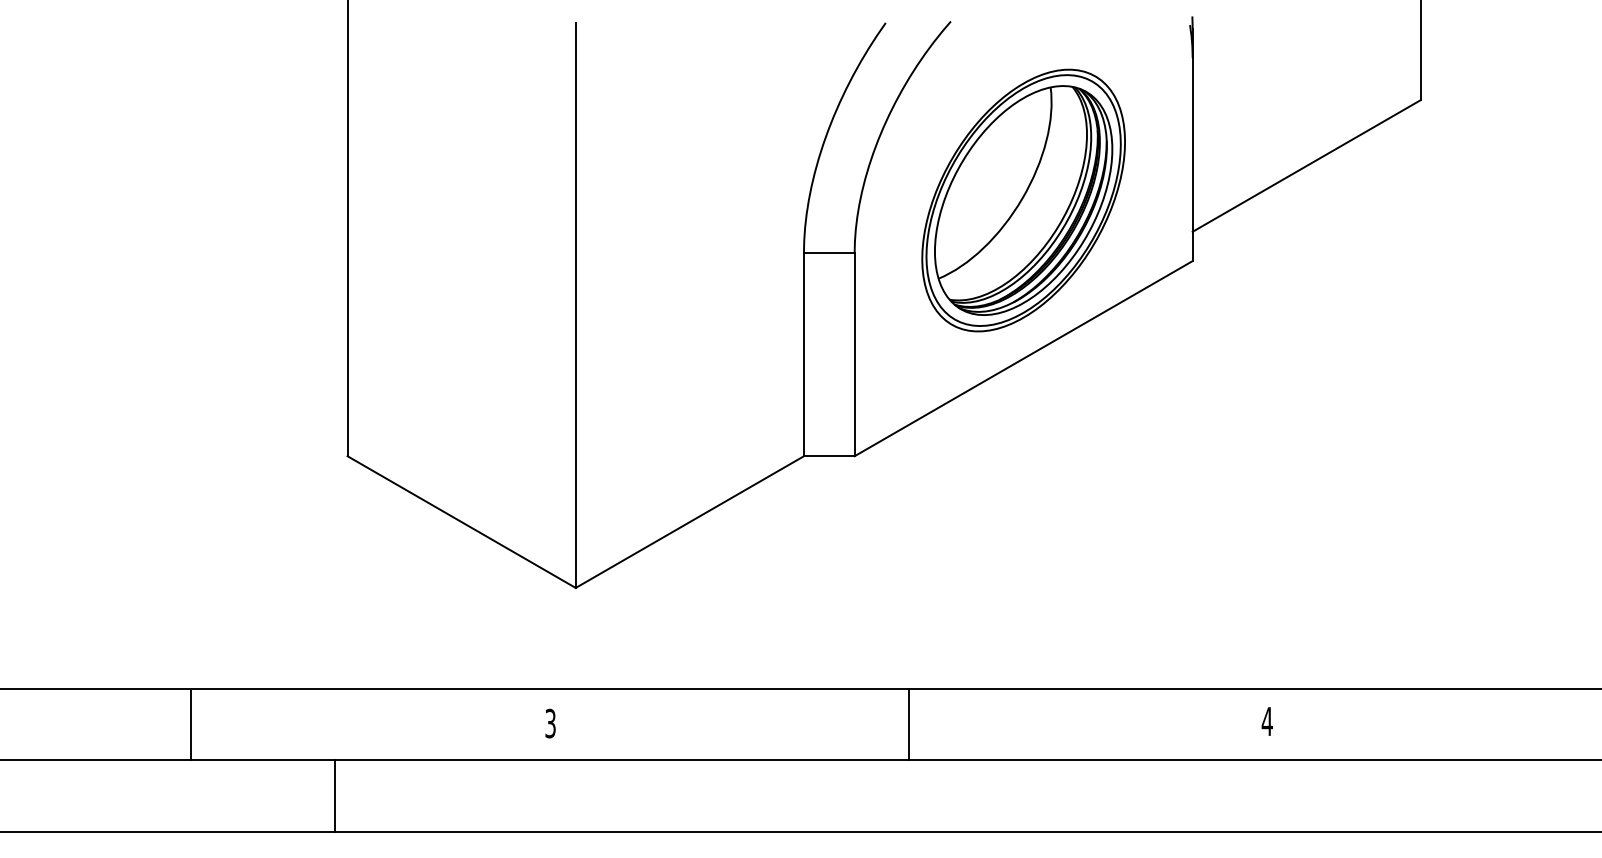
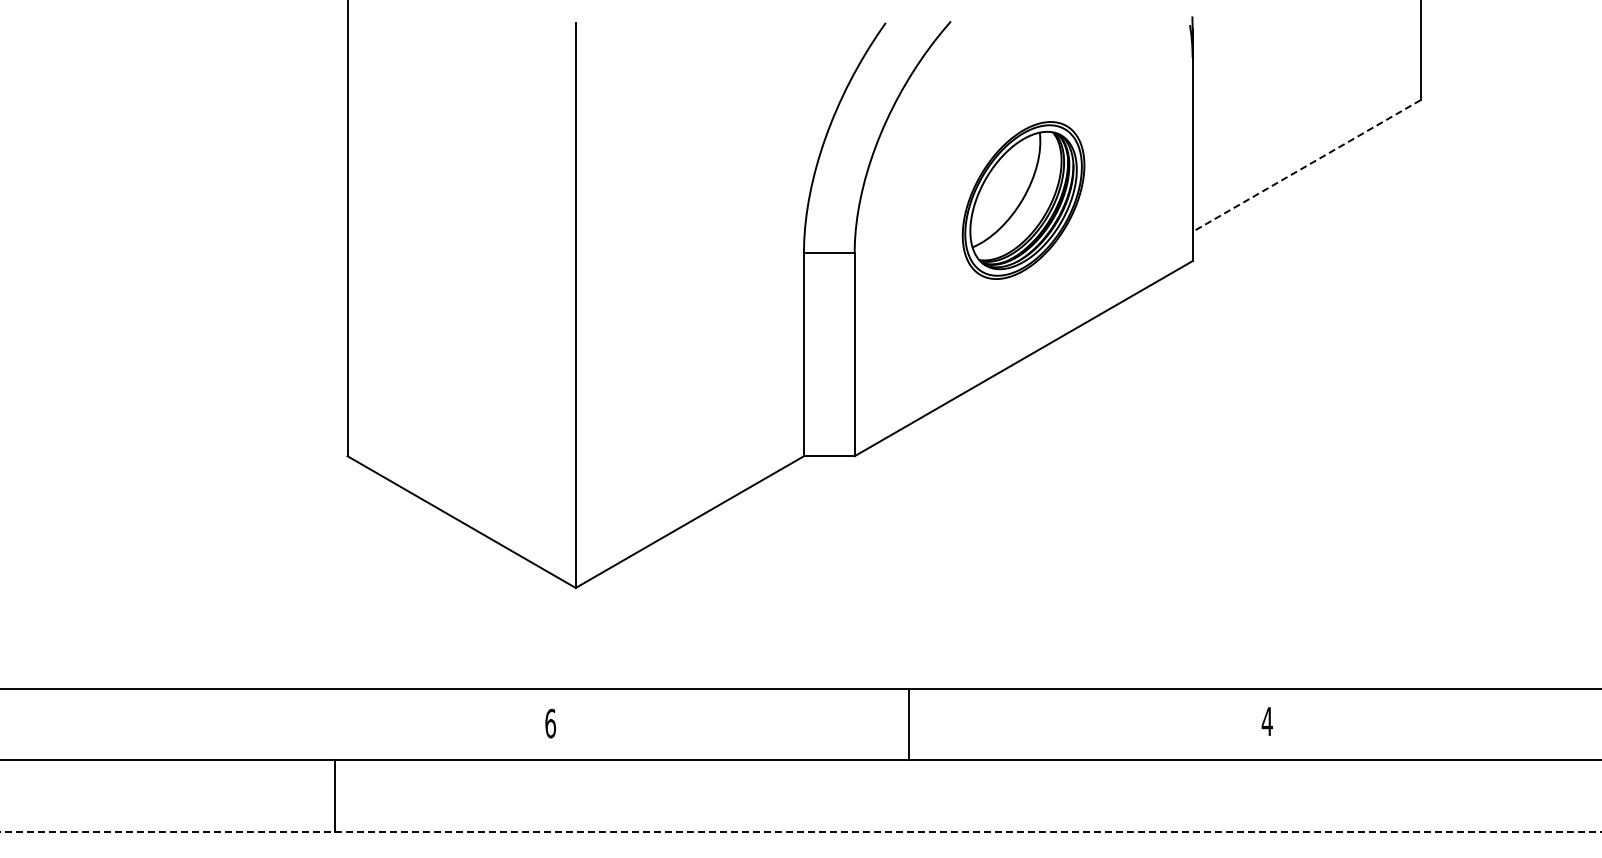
line at (1306, 165): solid -> dashed
part at (1023, 200) size: 205x265 px -> 125x159 px
text at (550, 723): 3 -> 6
line at (191, 724): present -> none
line at (801, 832): solid -> dashed
